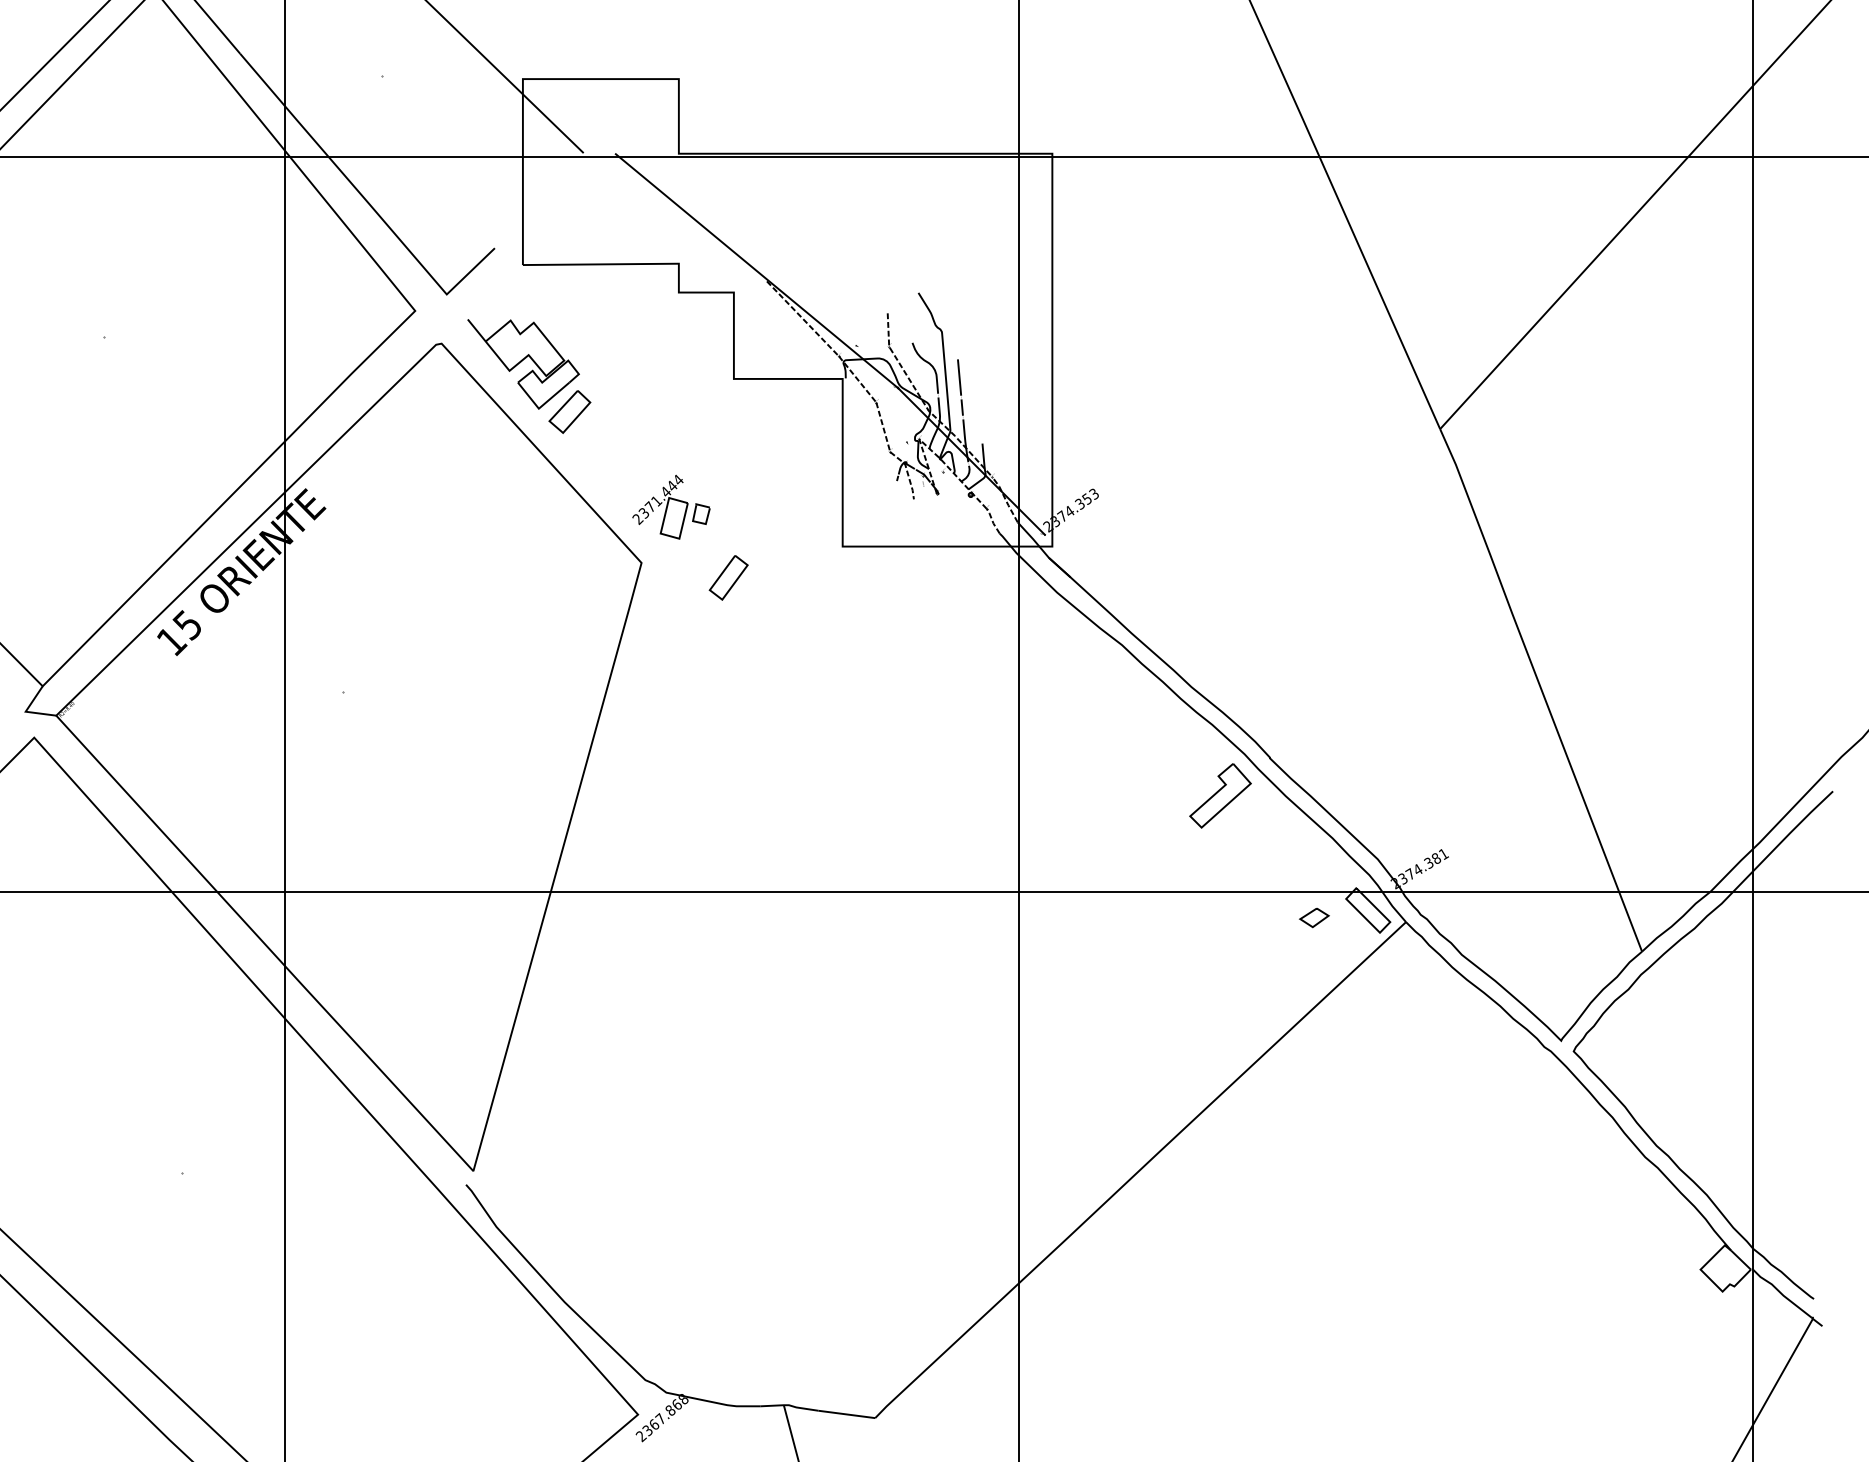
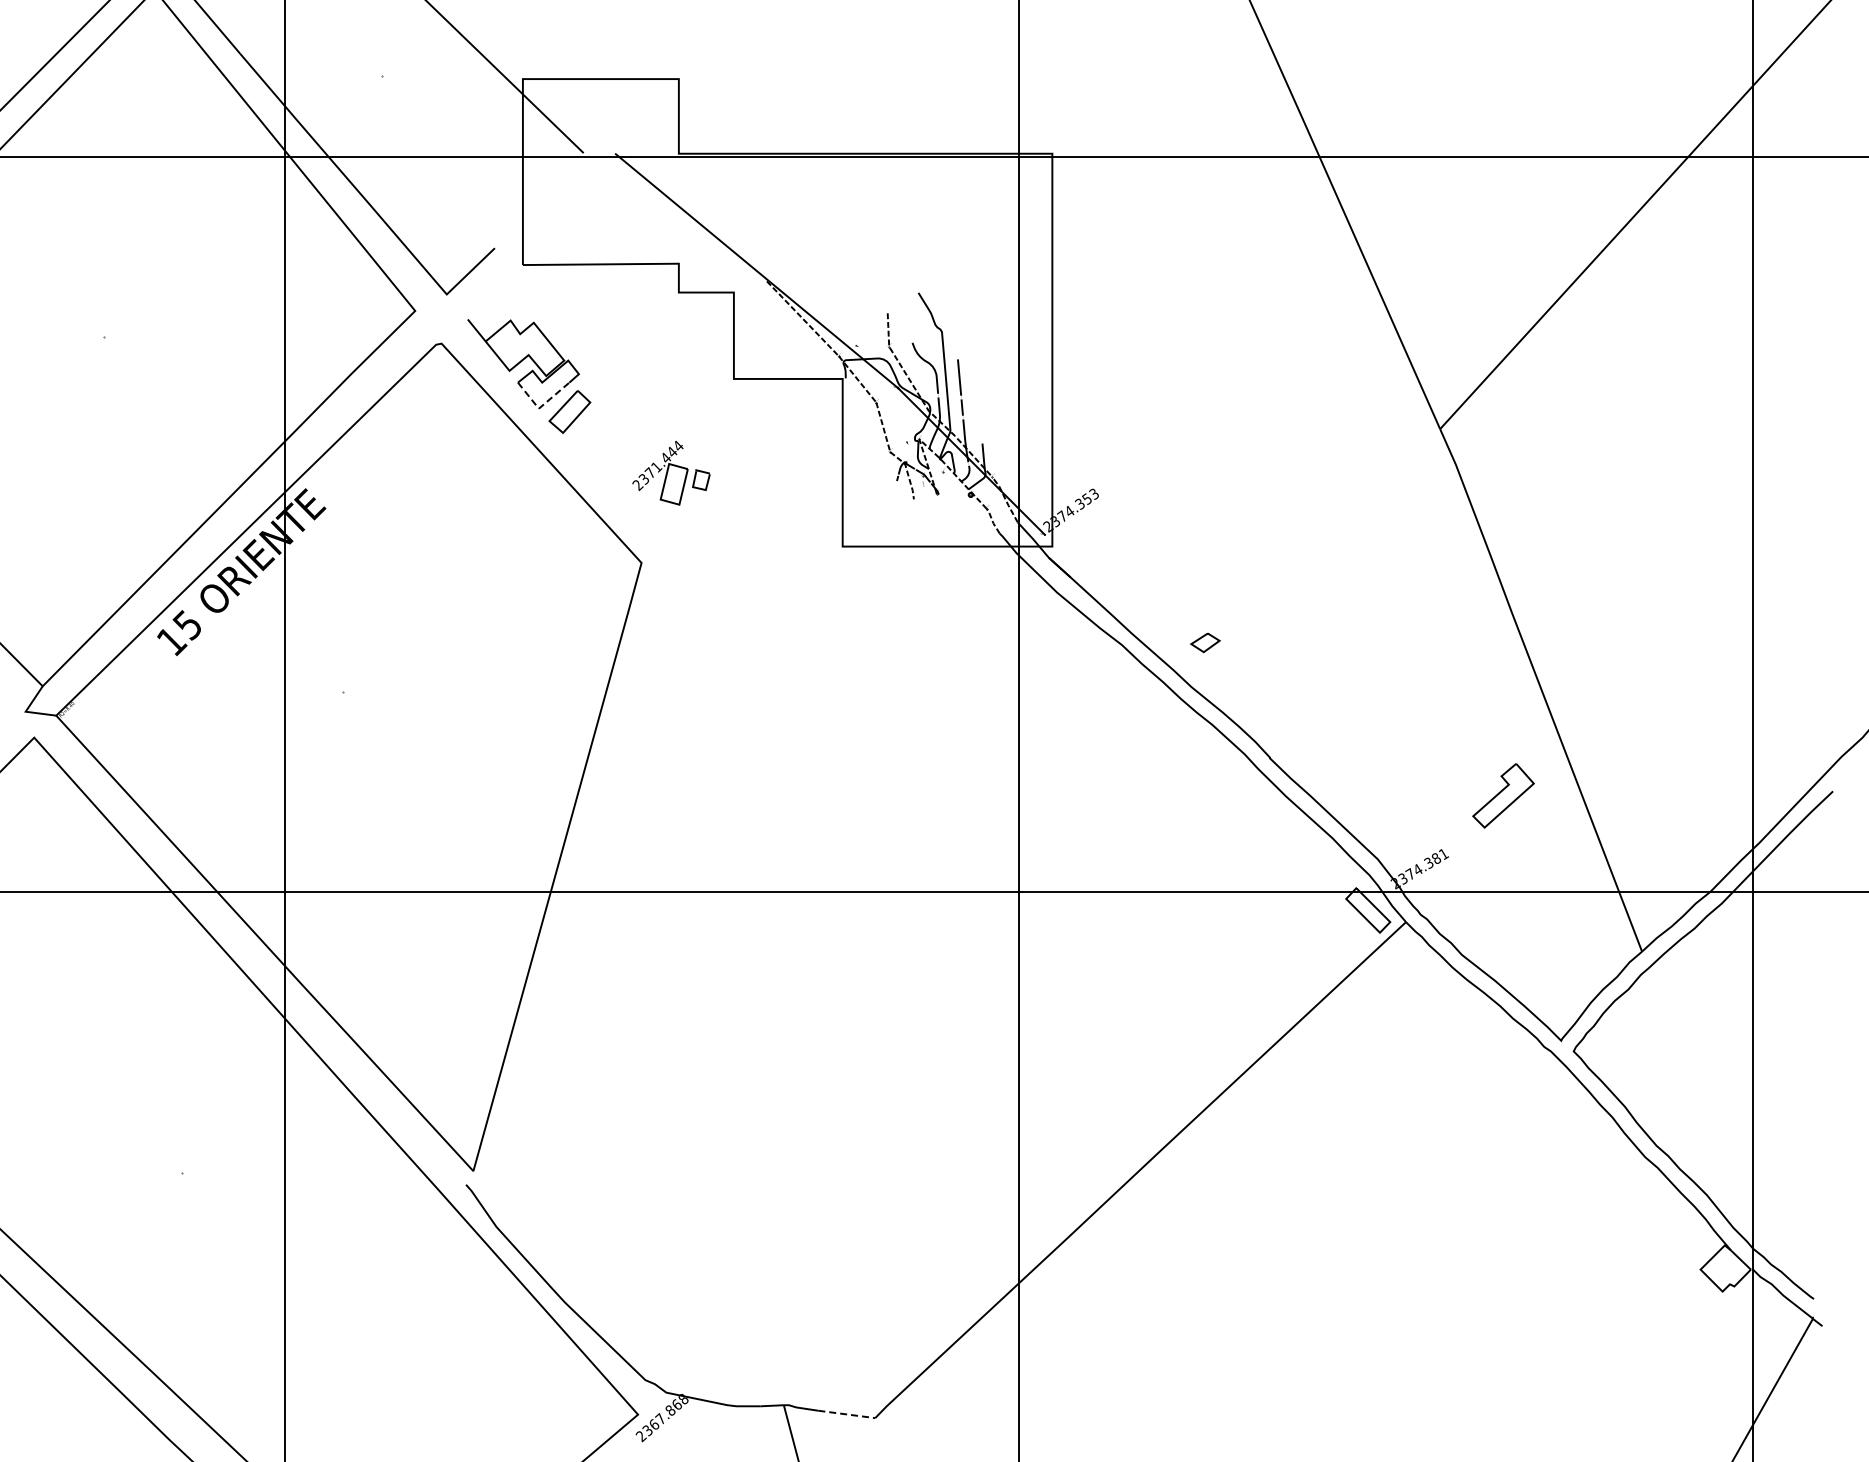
line at (541, 406): solid -> dashed
part at (671, 506) position: (671, 506) -> (671, 472)
part at (728, 577): present -> none
part at (1220, 795) position: (1220, 795) -> (1503, 795)
part at (1314, 918) position: (1314, 918) -> (1205, 643)
line at (846, 1414): solid -> dashed
